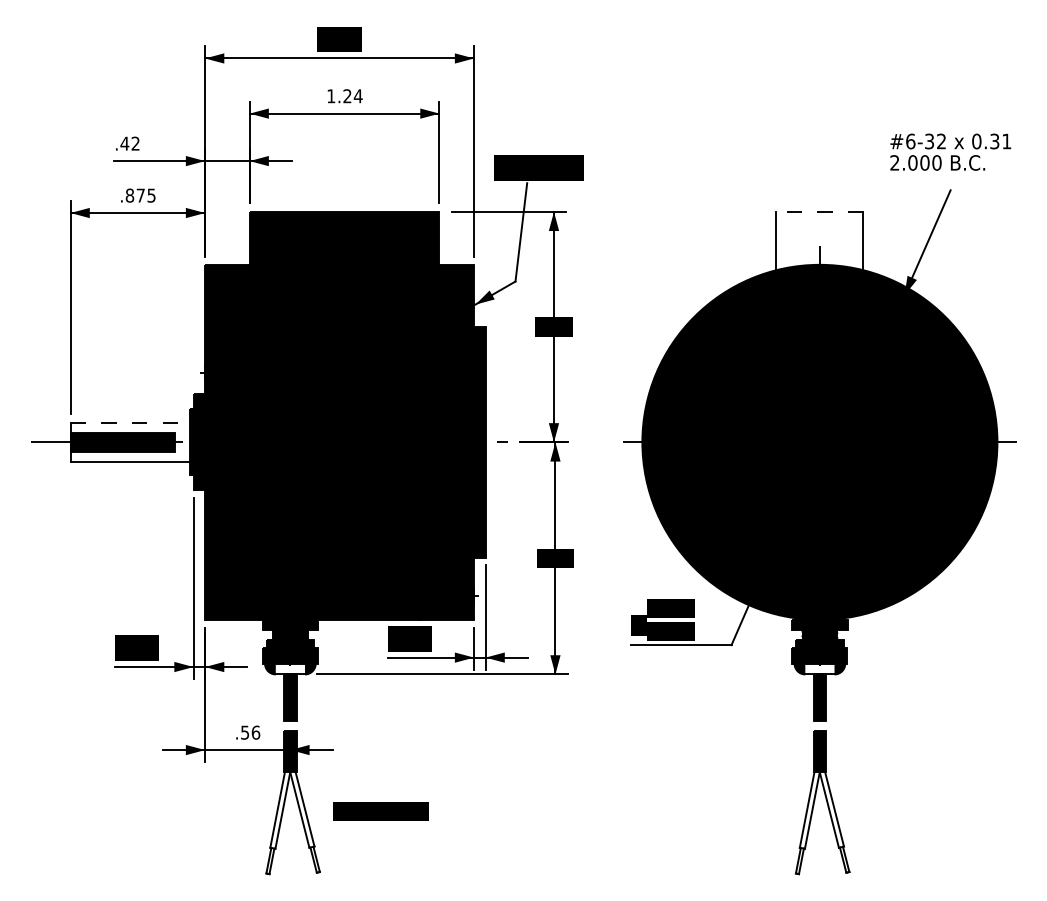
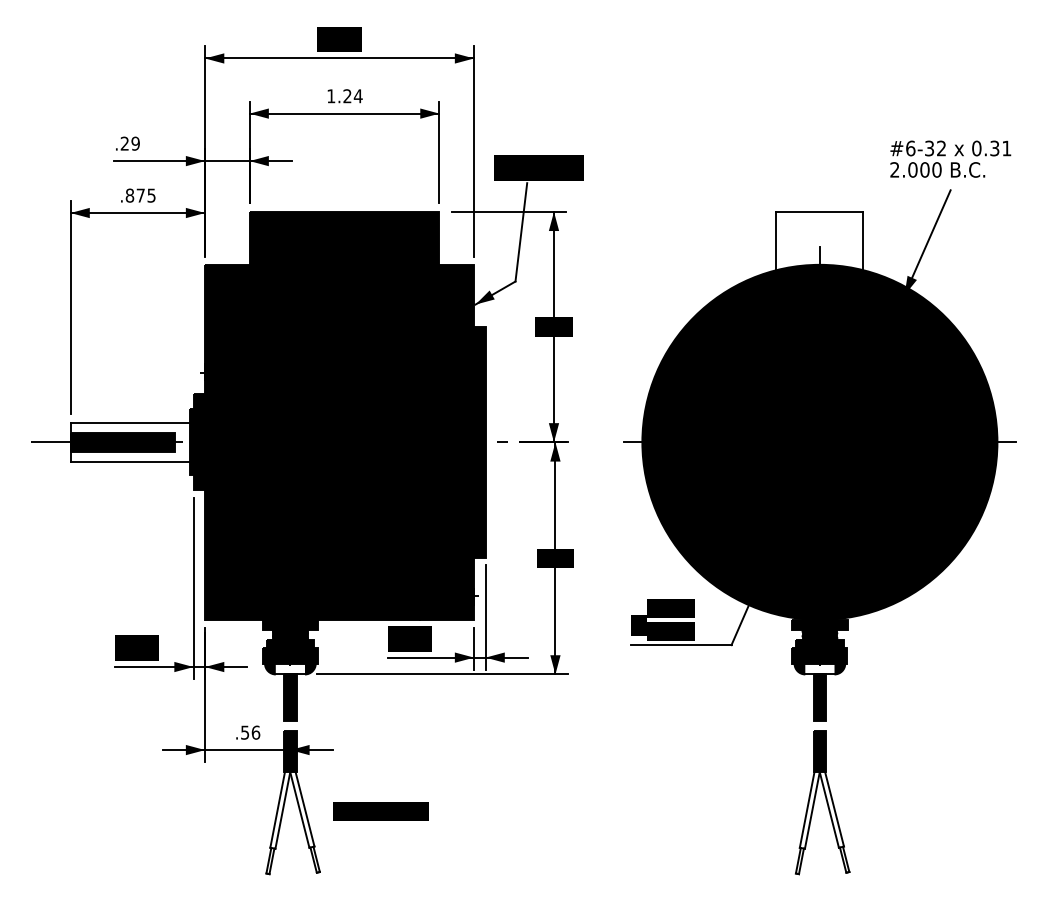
text at (129, 143): .42 -> .29
text at (950, 151) position: (950, 151) -> (950, 158)
line at (819, 211): dashed -> solid
line at (130, 423): dashed -> solid
